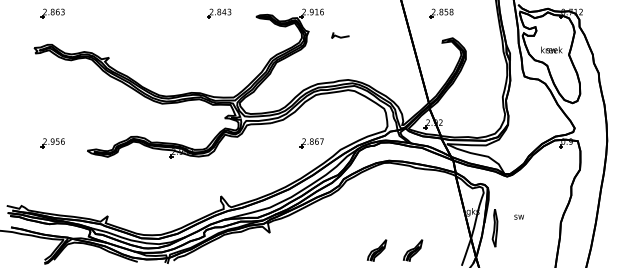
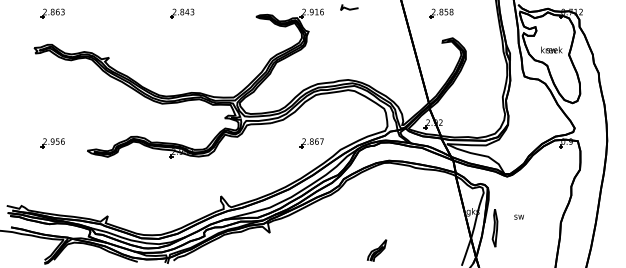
part at (219, 13) position: (219, 13) -> (182, 13)
curve at (340, 36) position: (340, 36) -> (349, 8)
part at (412, 250): present -> none
